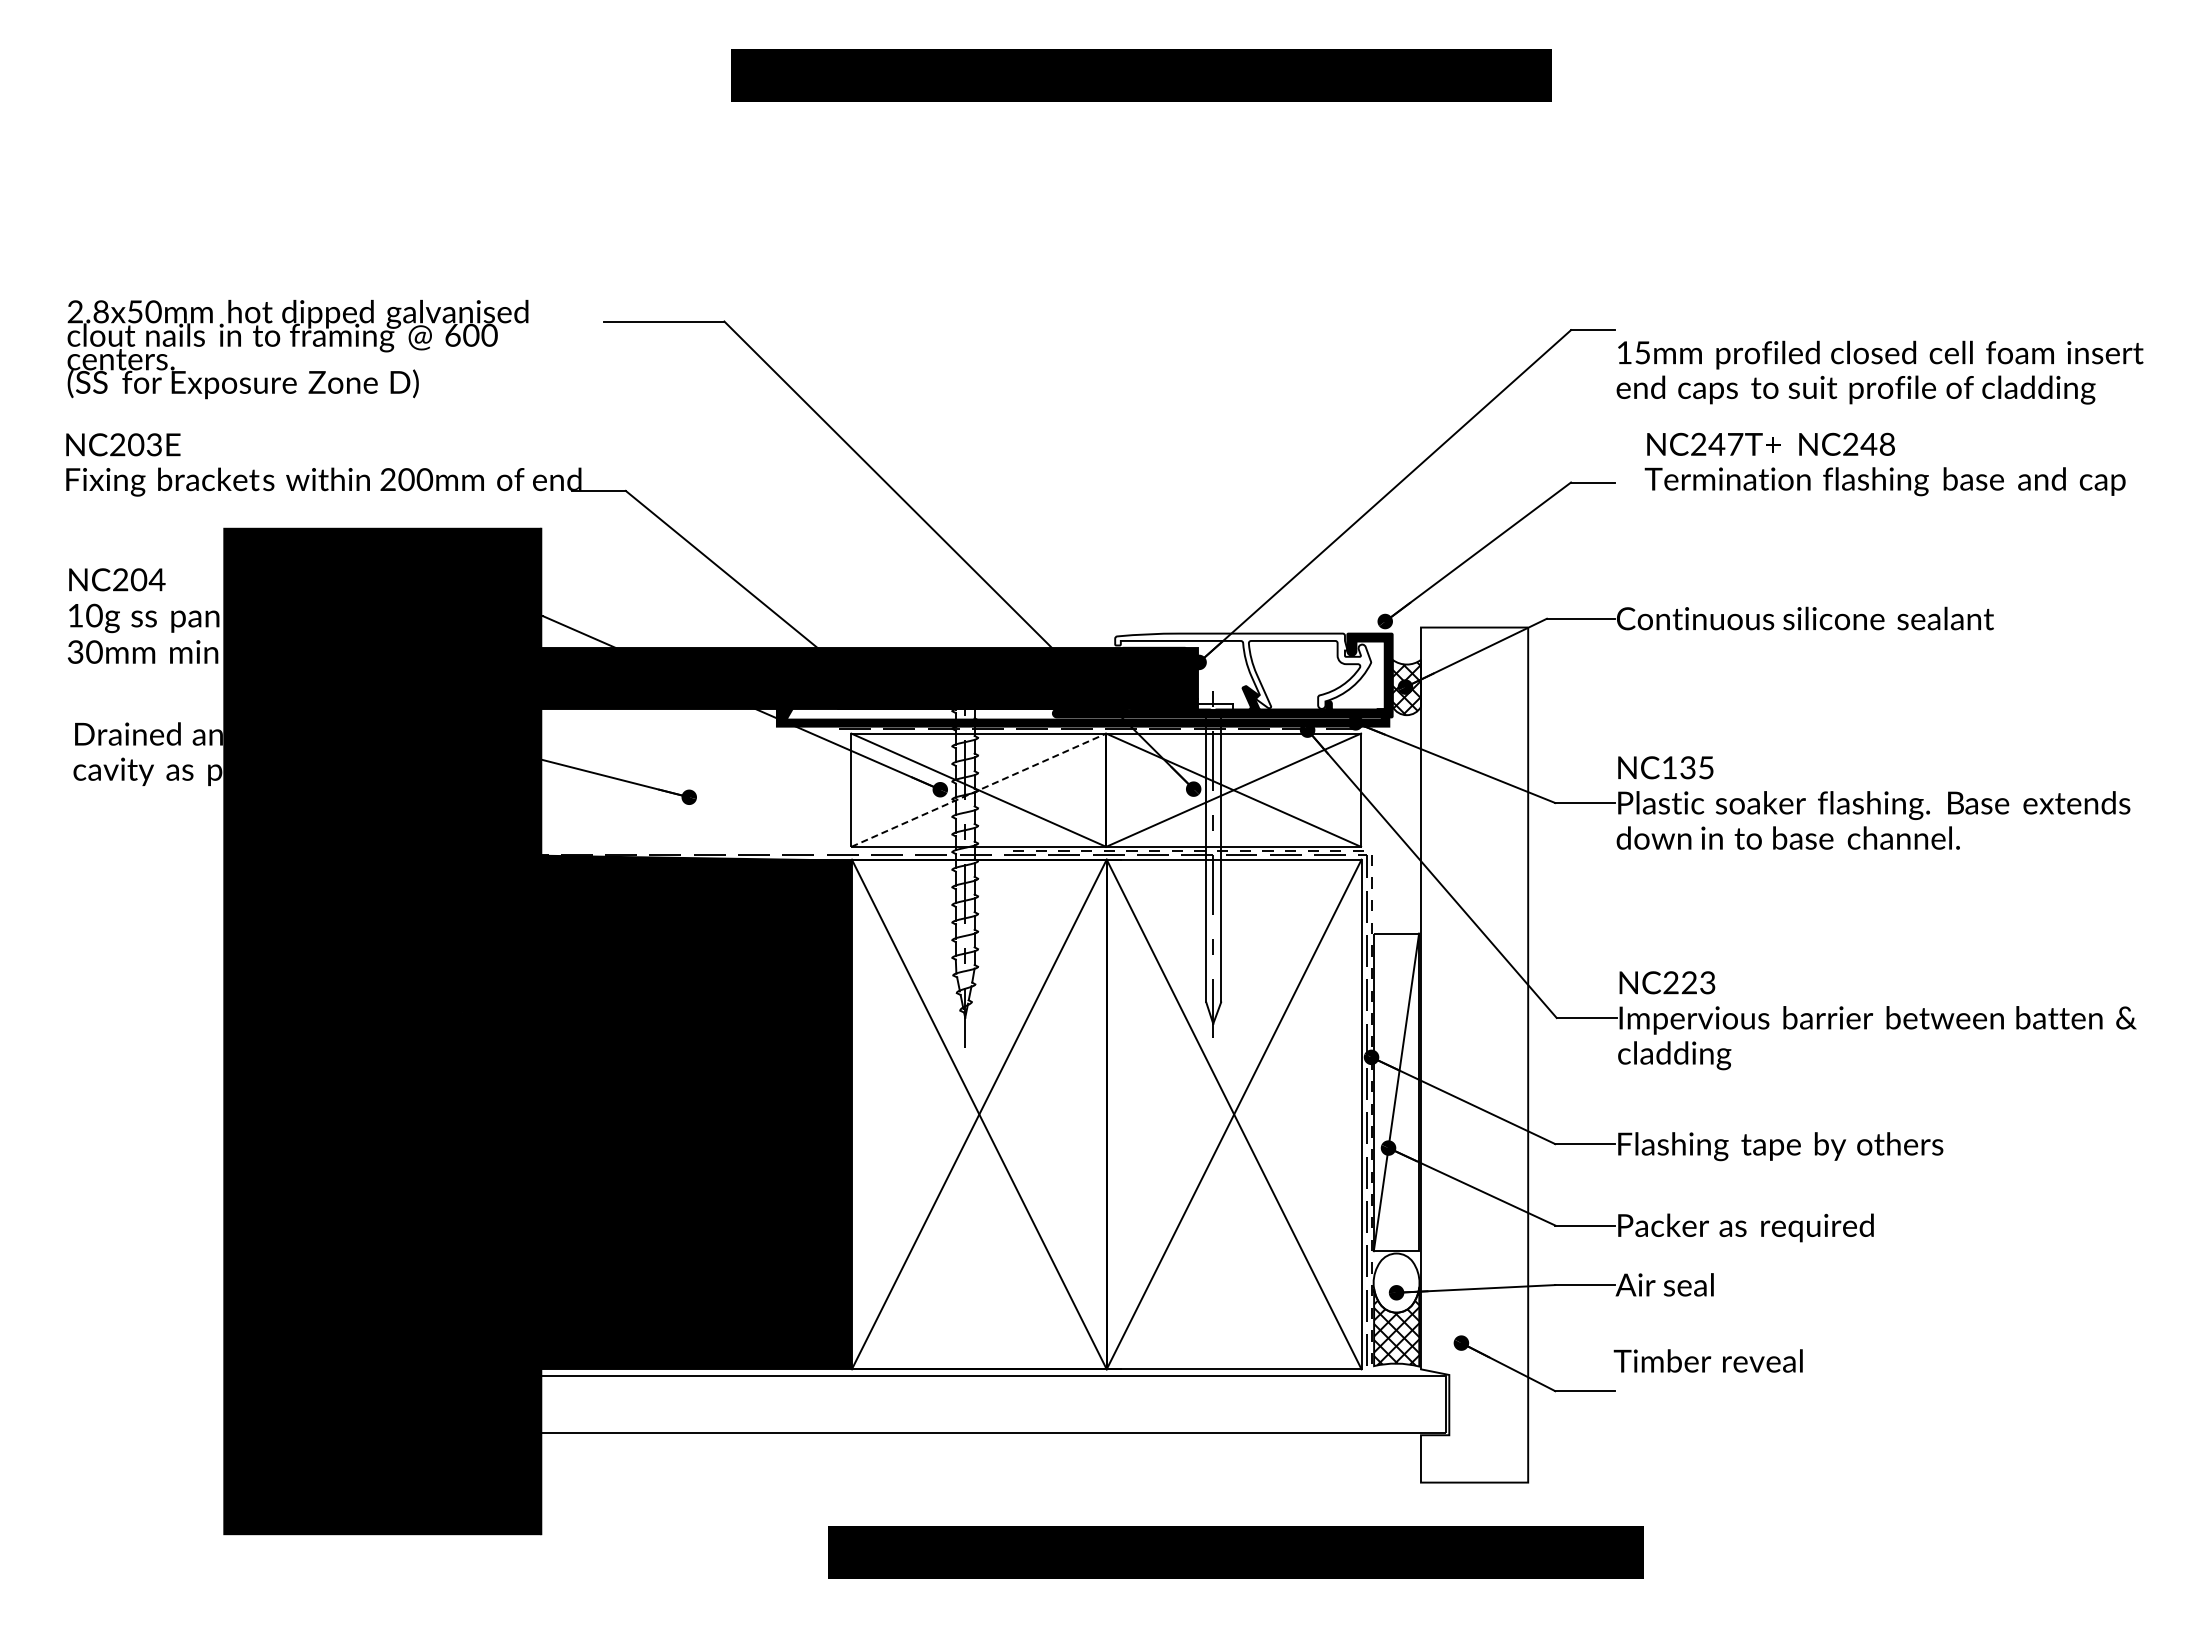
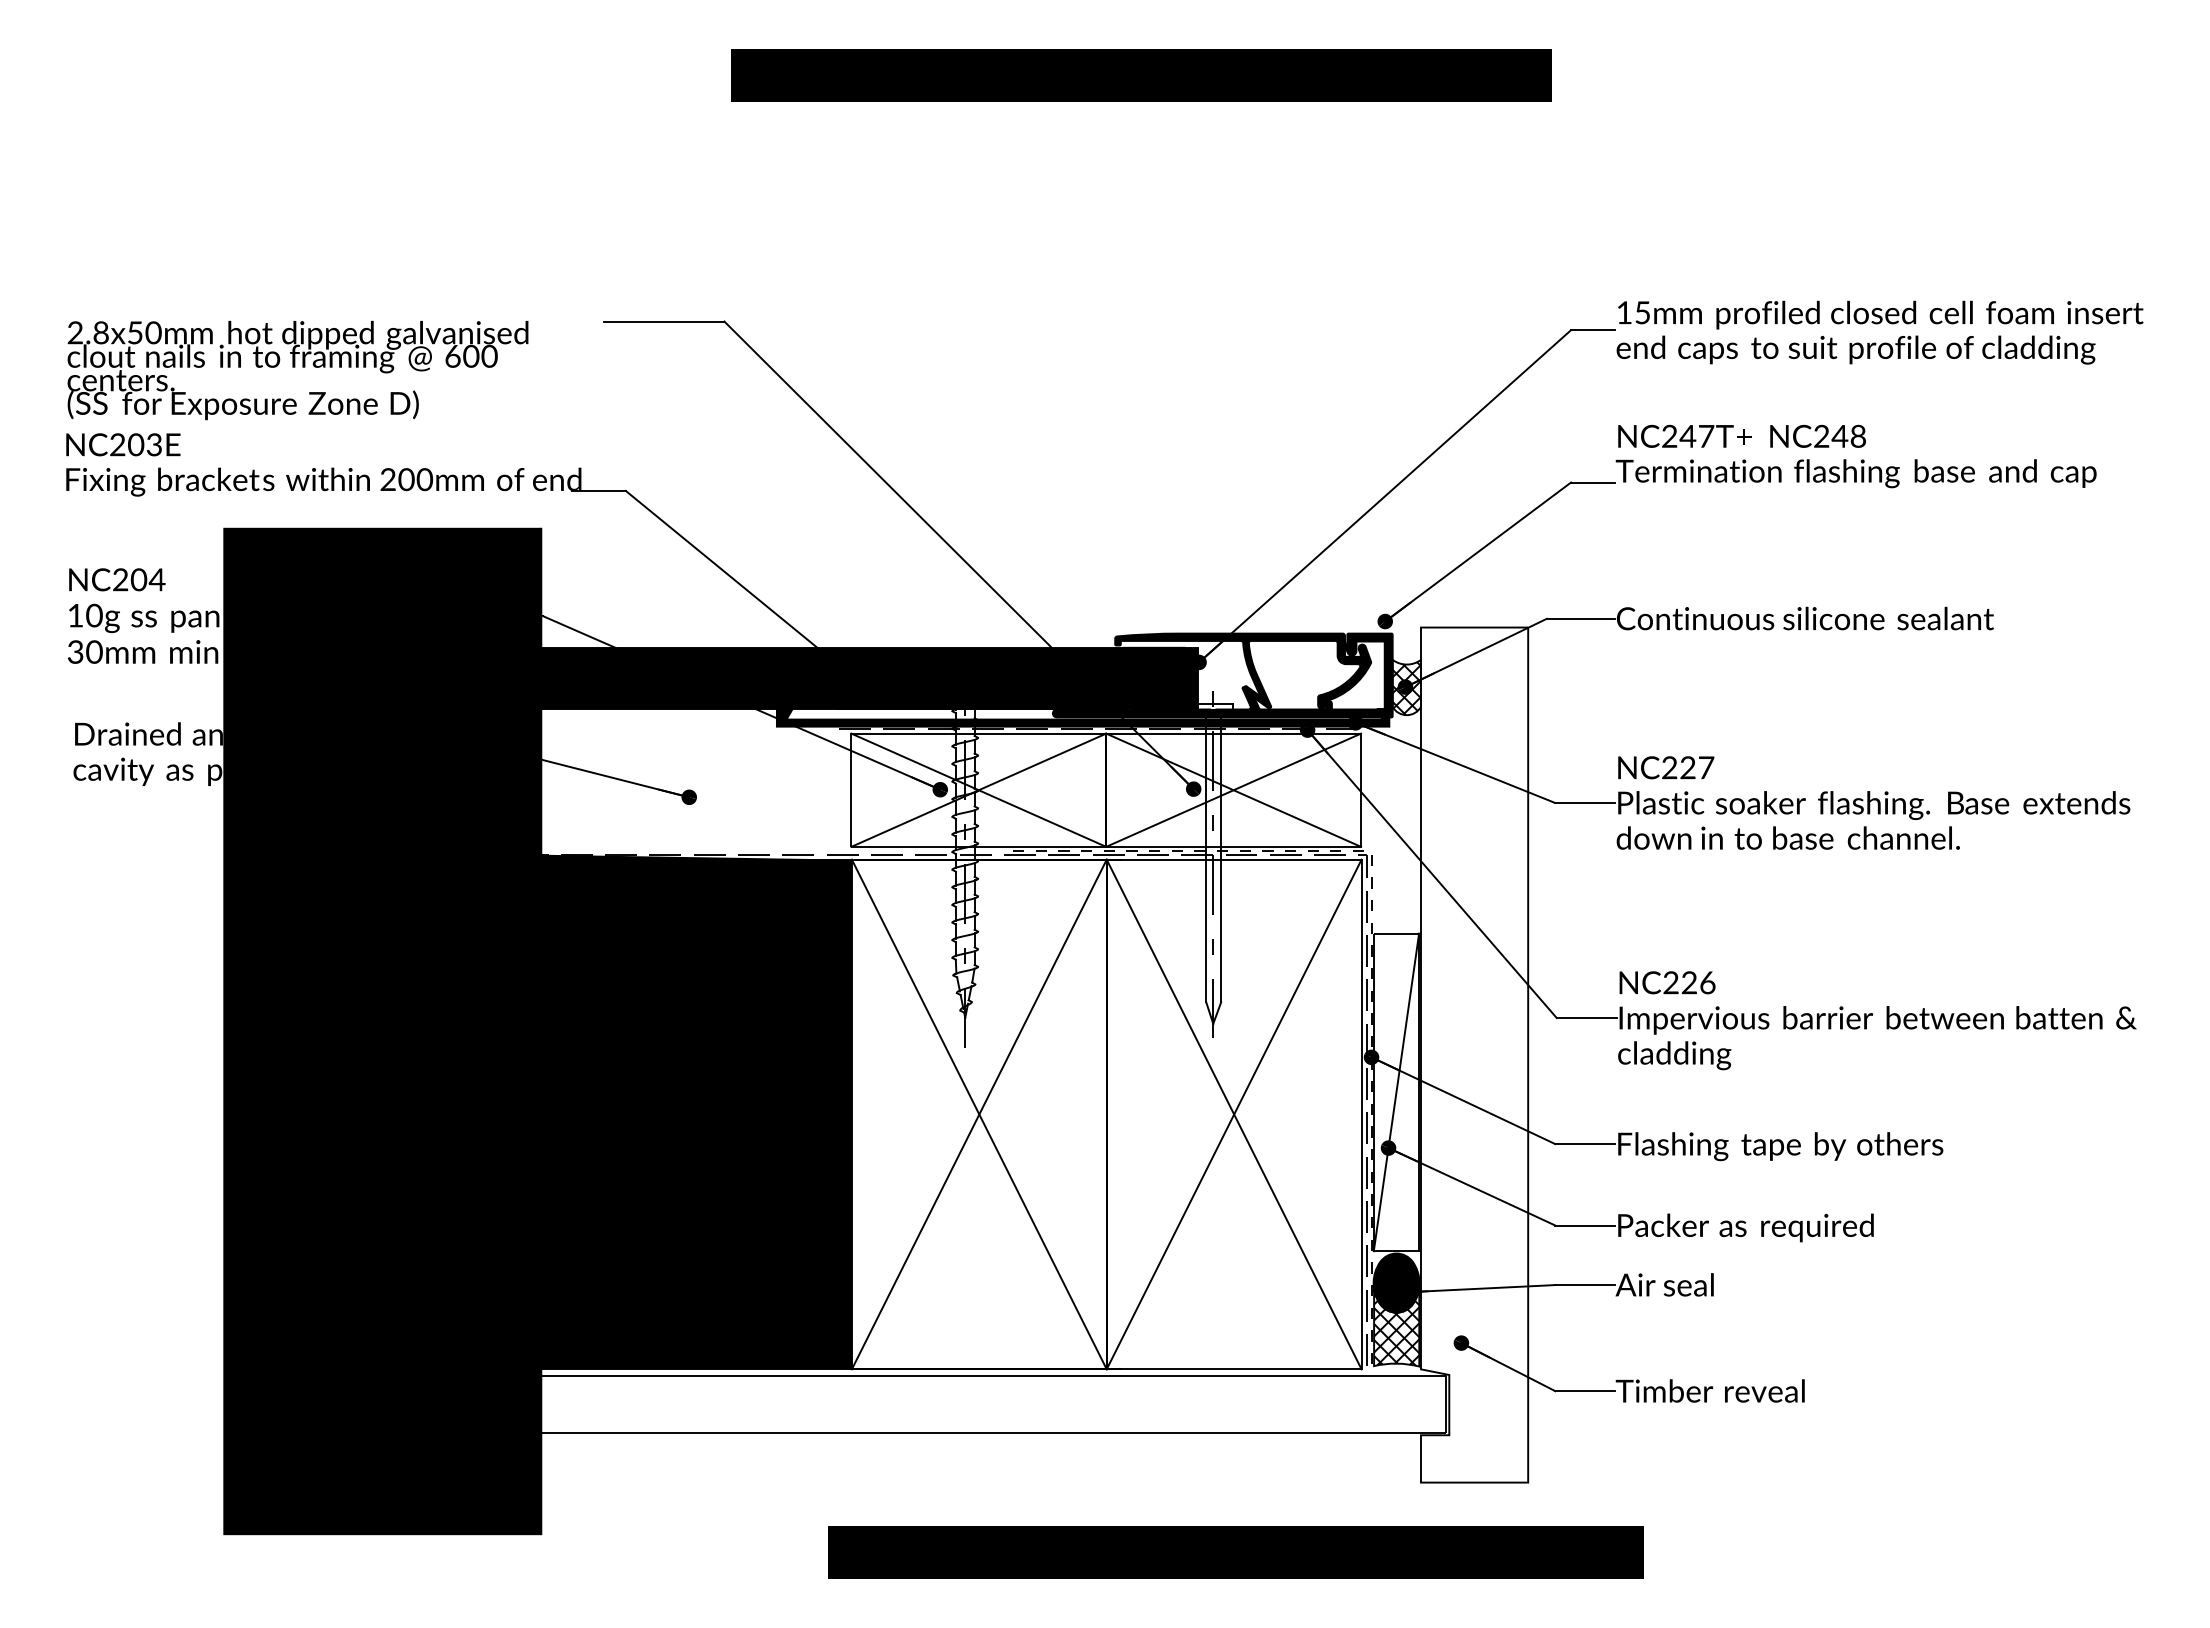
text at (297, 349) position: (297, 349) -> (297, 370)
text at (1879, 372) position: (1879, 372) -> (1879, 332)
text at (1884, 464) position: (1884, 464) -> (1855, 456)
fill at (1243, 670): none -> present
text at (1688, 767): NC135 -> NC227
line at (979, 790): dashed -> solid
text at (1707, 982): NC223 -> NC226
fill at (1396, 1282): none -> present
text at (1707, 1360) position: (1707, 1360) -> (1709, 1390)
